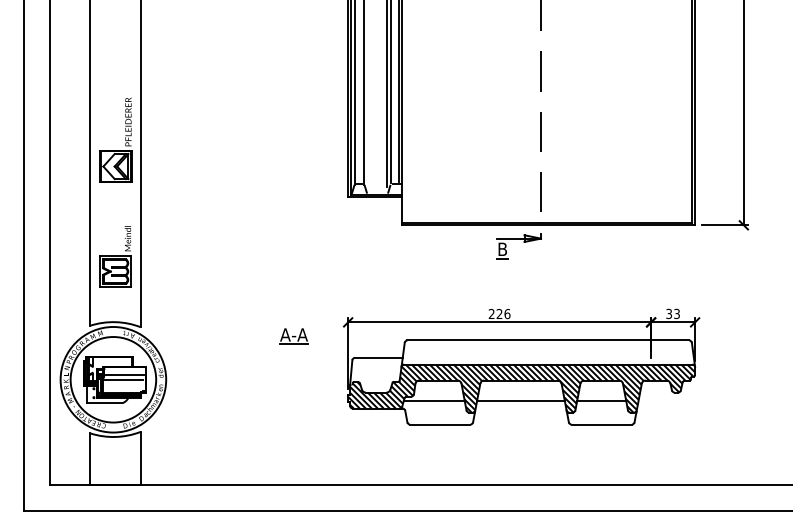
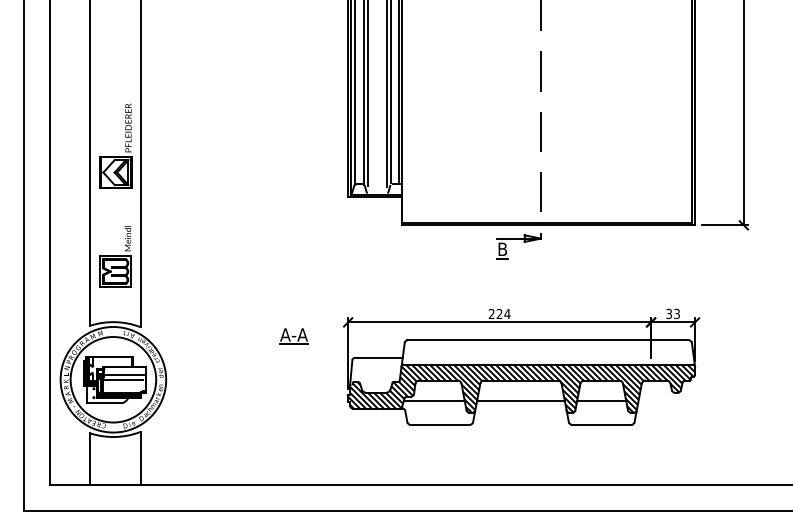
line at (368, 94): none -> present
part at (125, 139) position: (125, 139) -> (125, 145)
text at (507, 313): 226 -> 224
